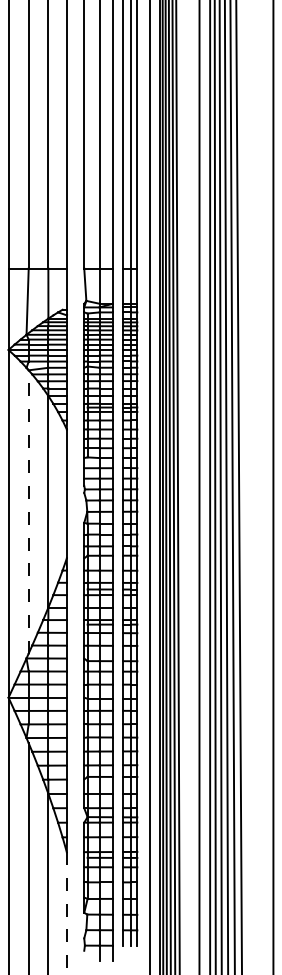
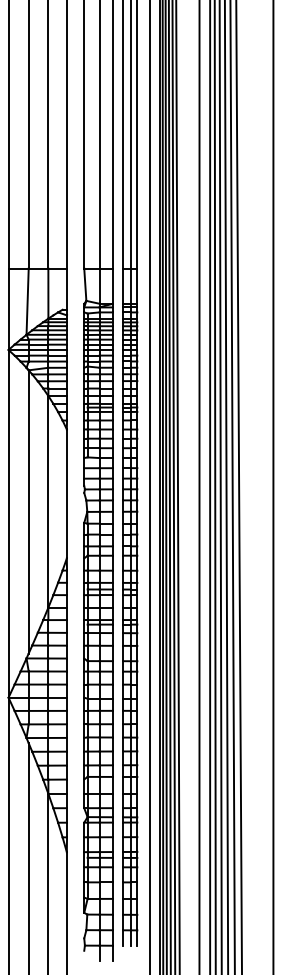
line at (28, 511): dashed -> solid
line at (66, 913): dashed -> solid
